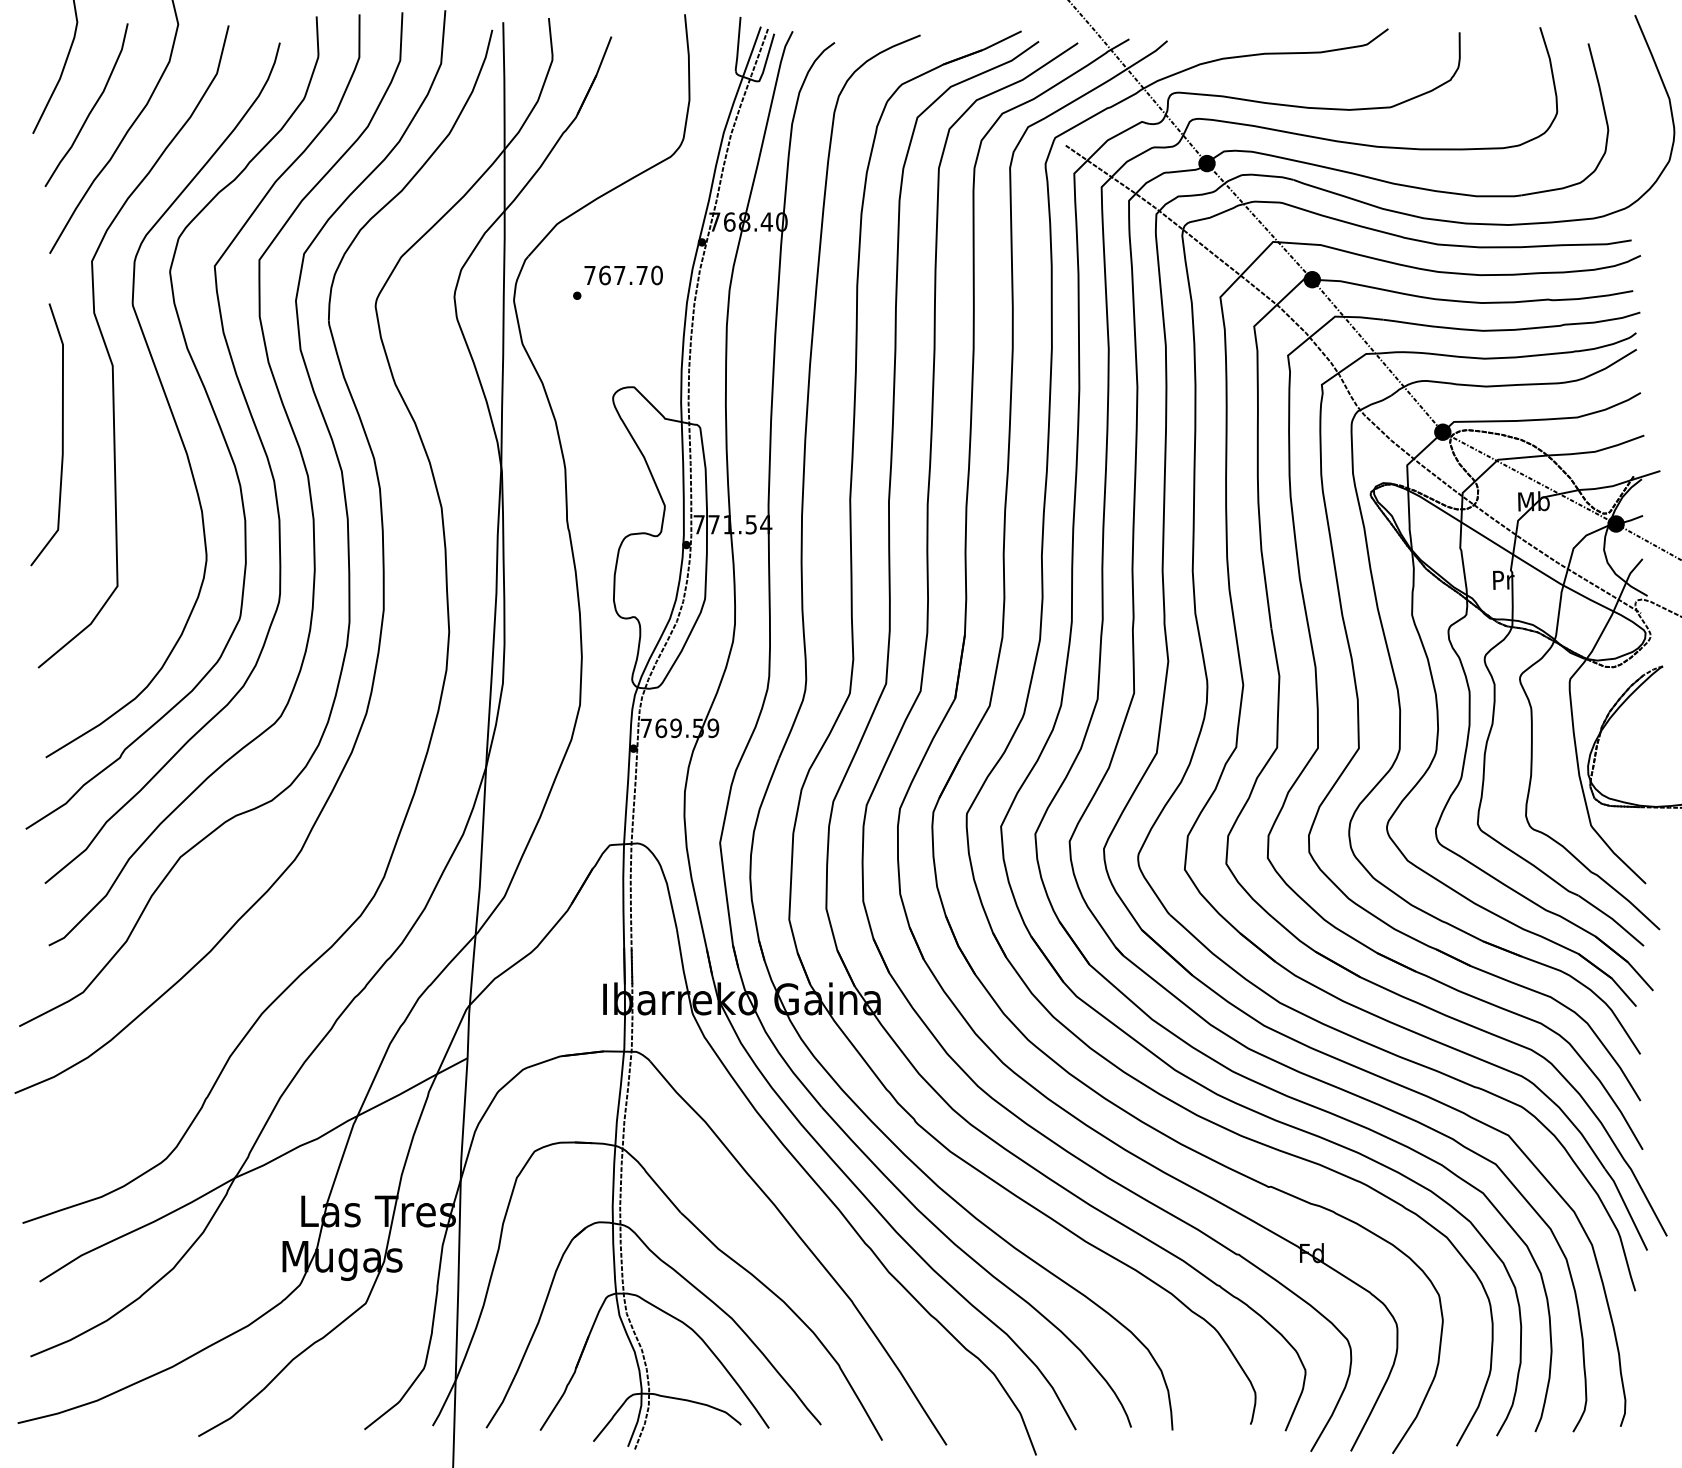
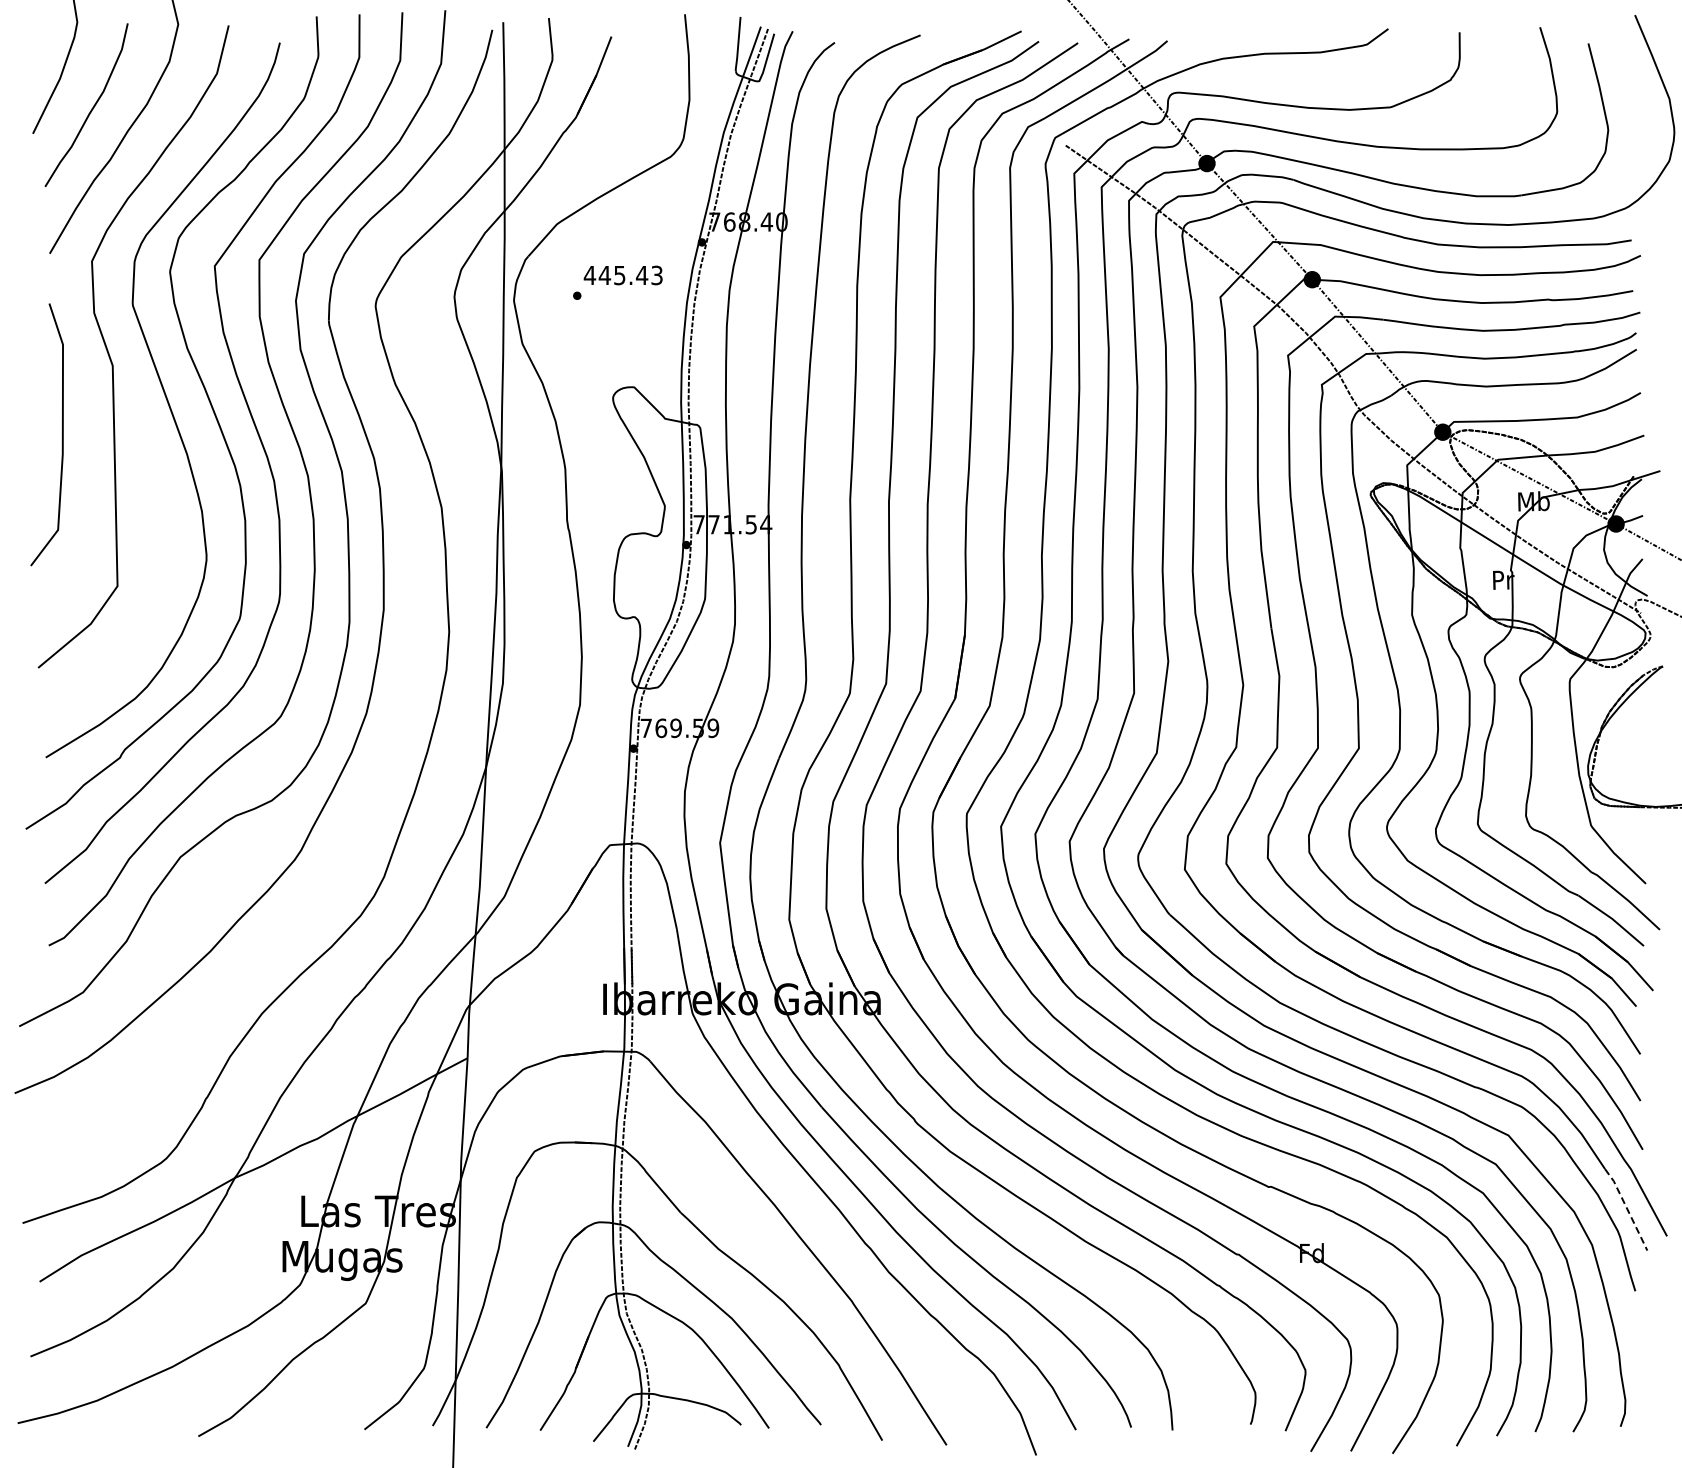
text at (622, 275): 767.70 -> 445.43
line at (1627, 1208): solid -> dashed
